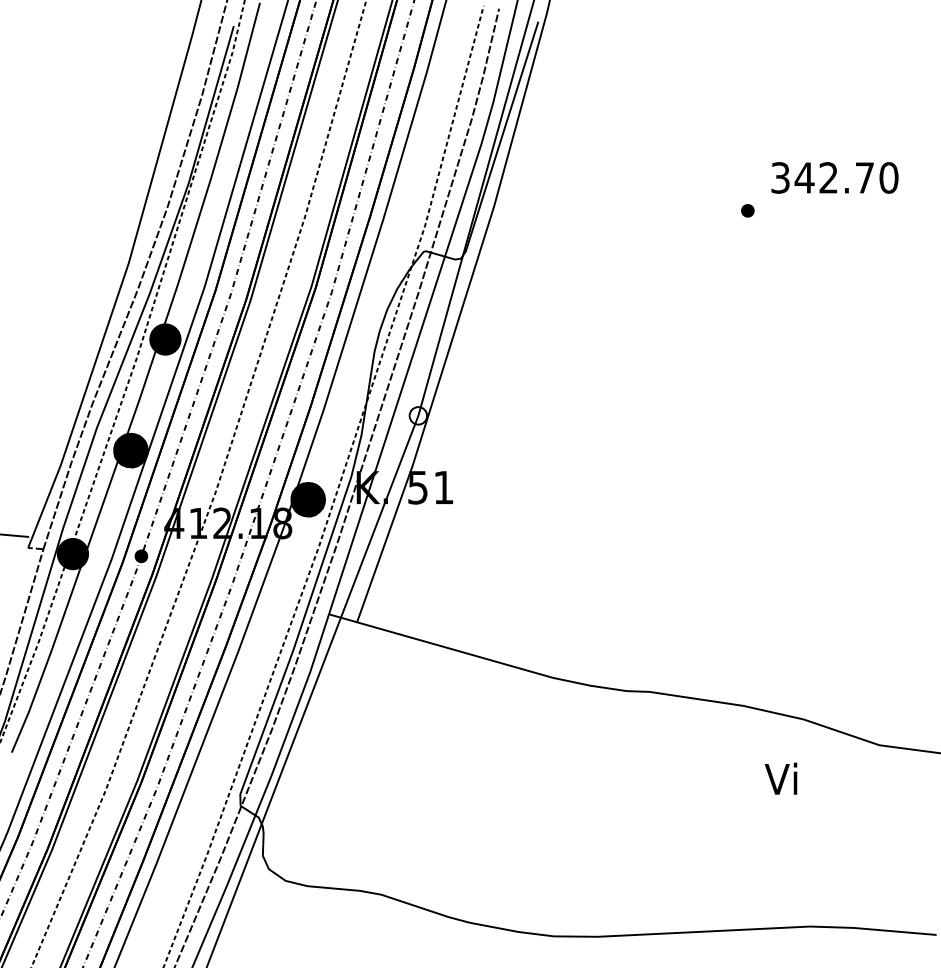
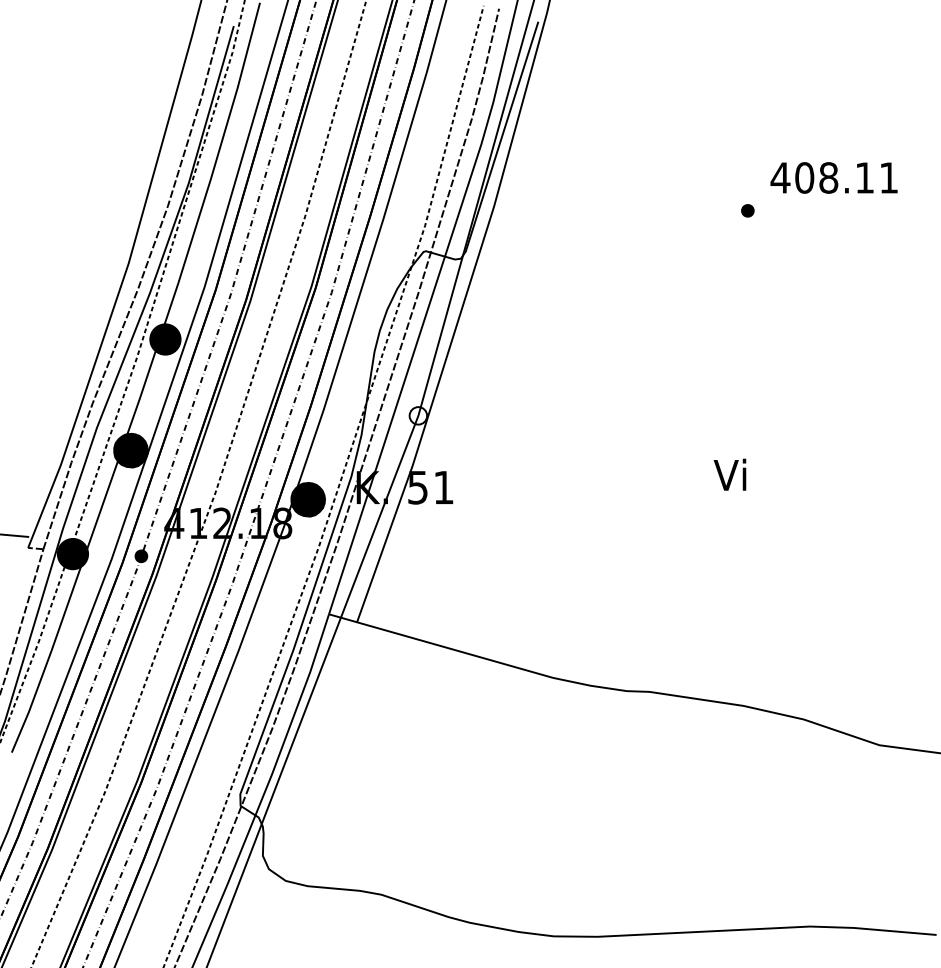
text at (834, 177): 342.70 -> 408.11
text at (780, 778) position: (780, 778) -> (729, 474)
